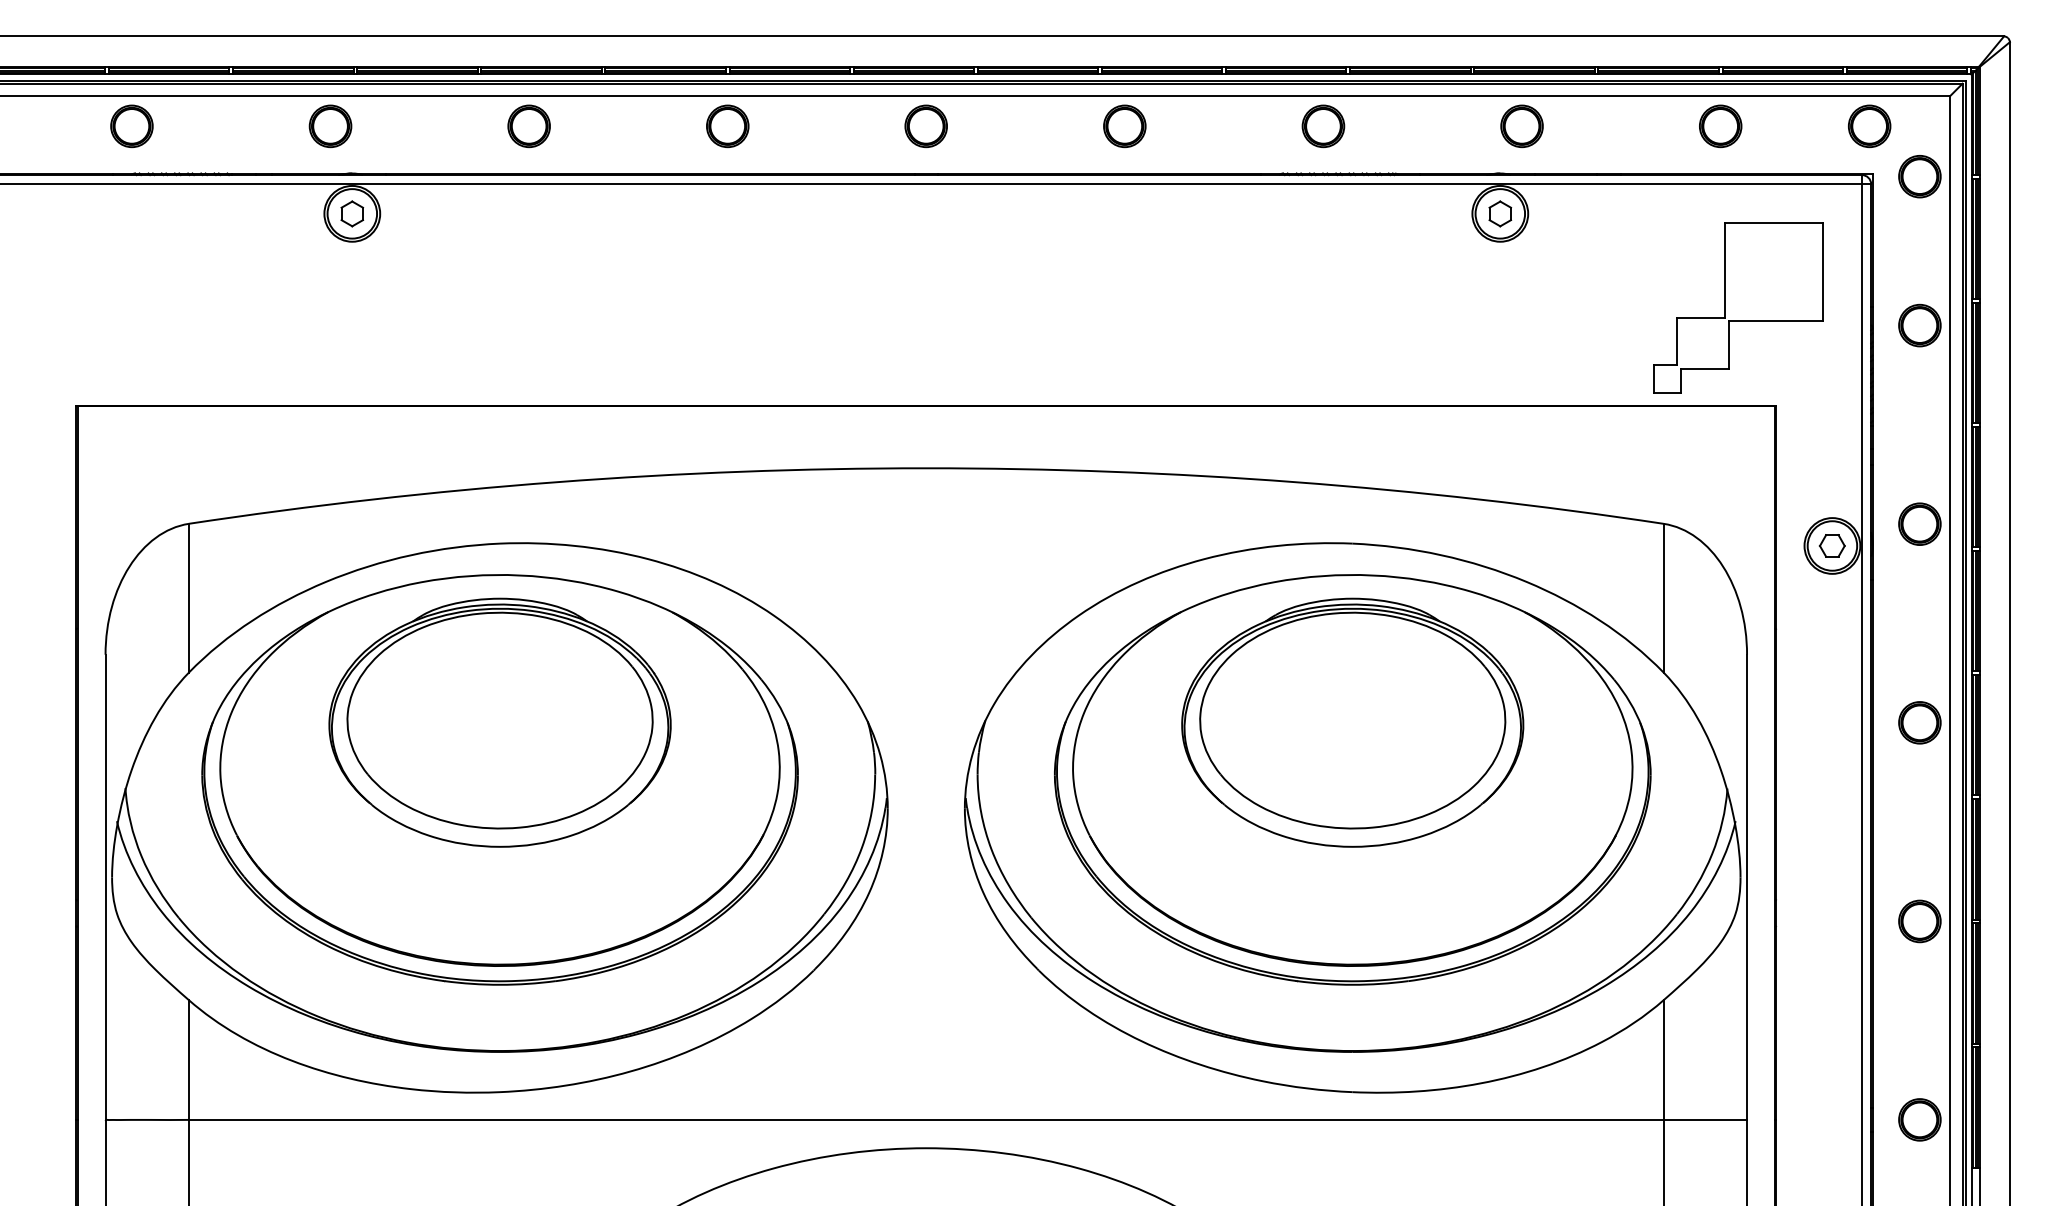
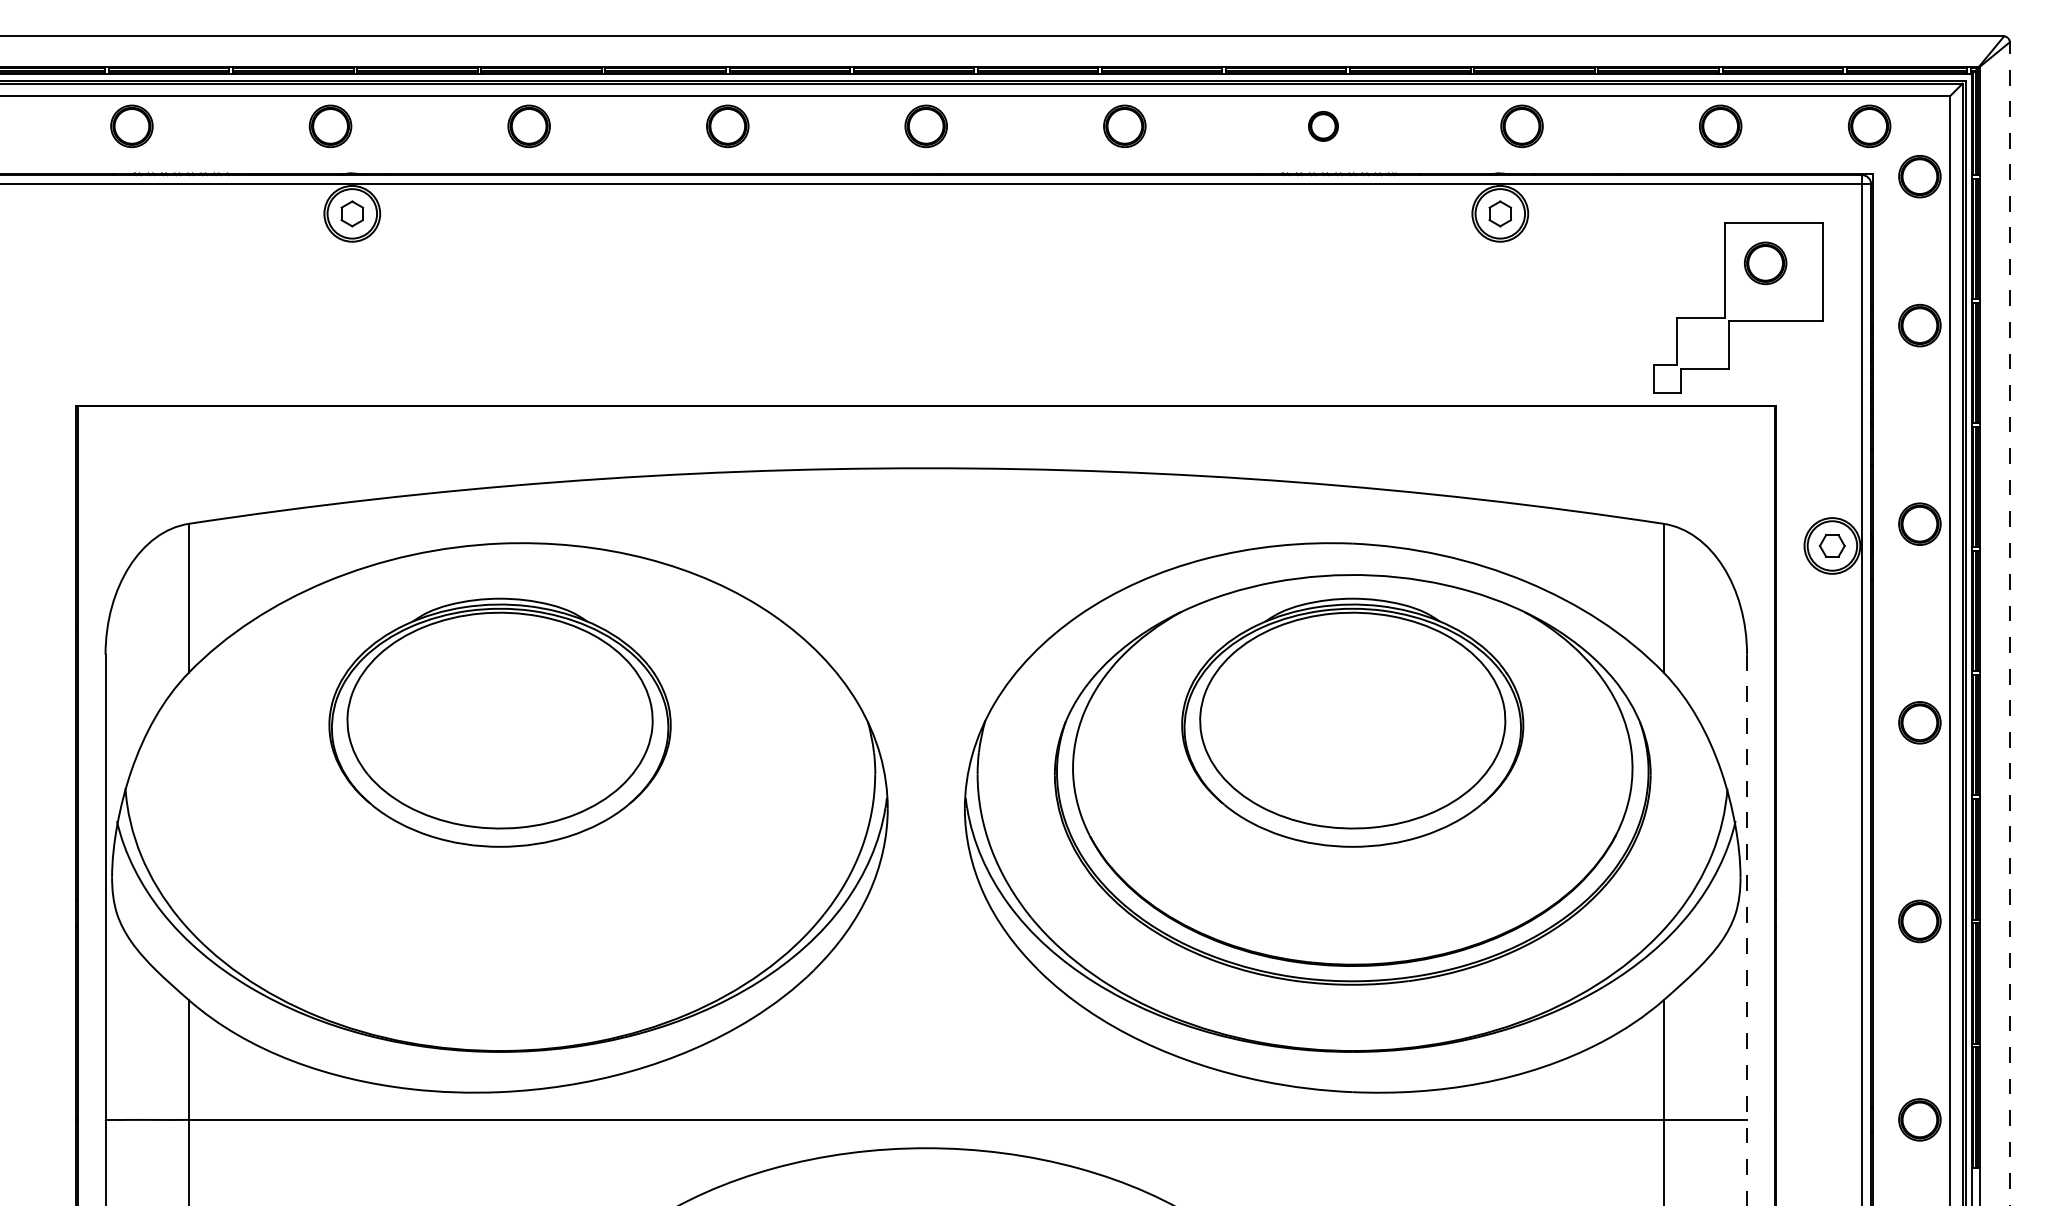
part at (1323, 126) size: 45x45 px -> 31x31 px
part at (1765, 263): none -> present
line at (2009, 624): solid -> dashed
part at (499, 779): present -> none
line at (1746, 930): solid -> dashed
